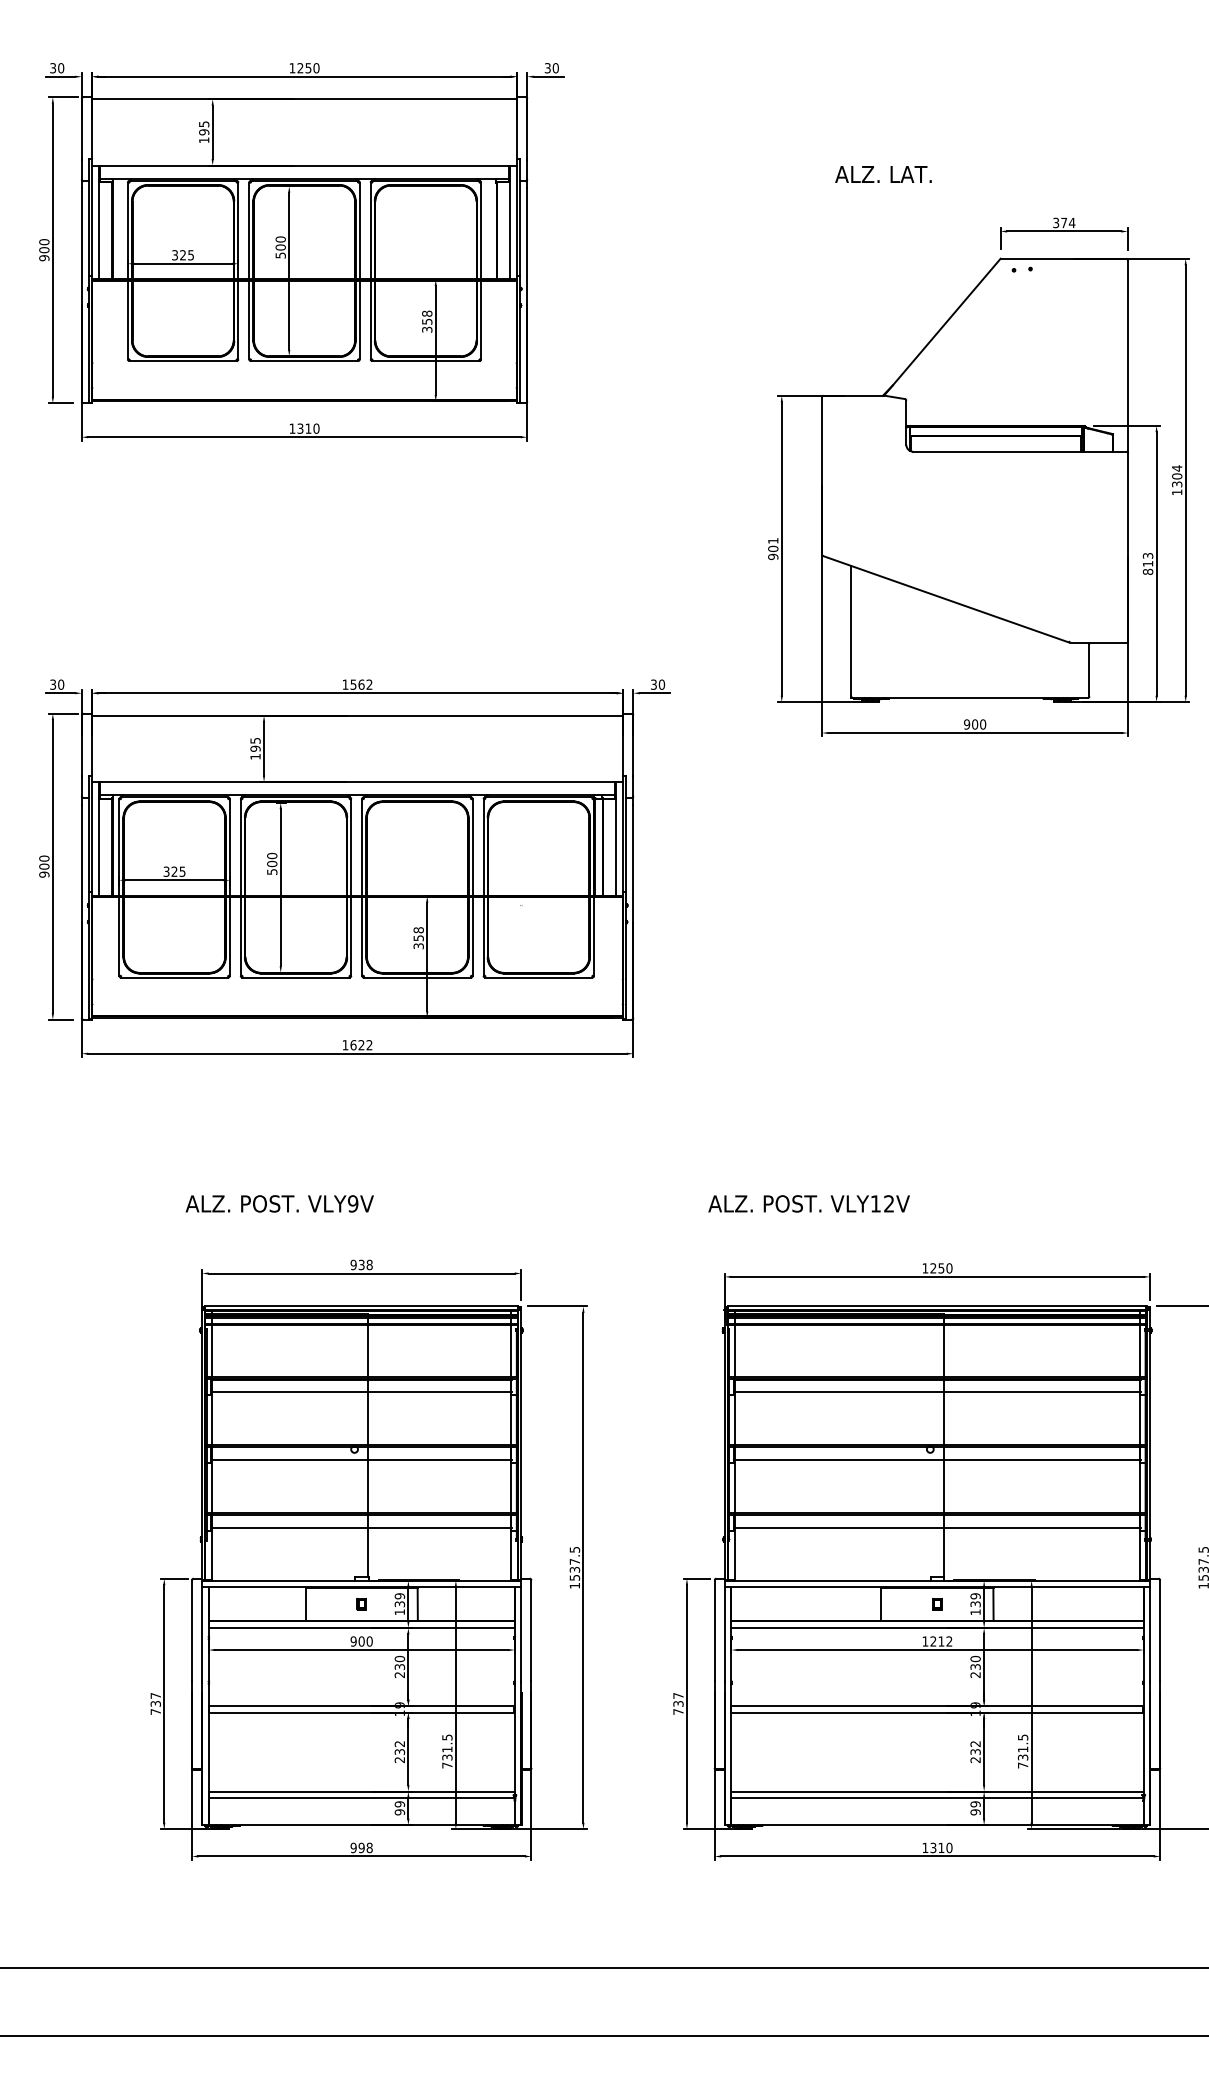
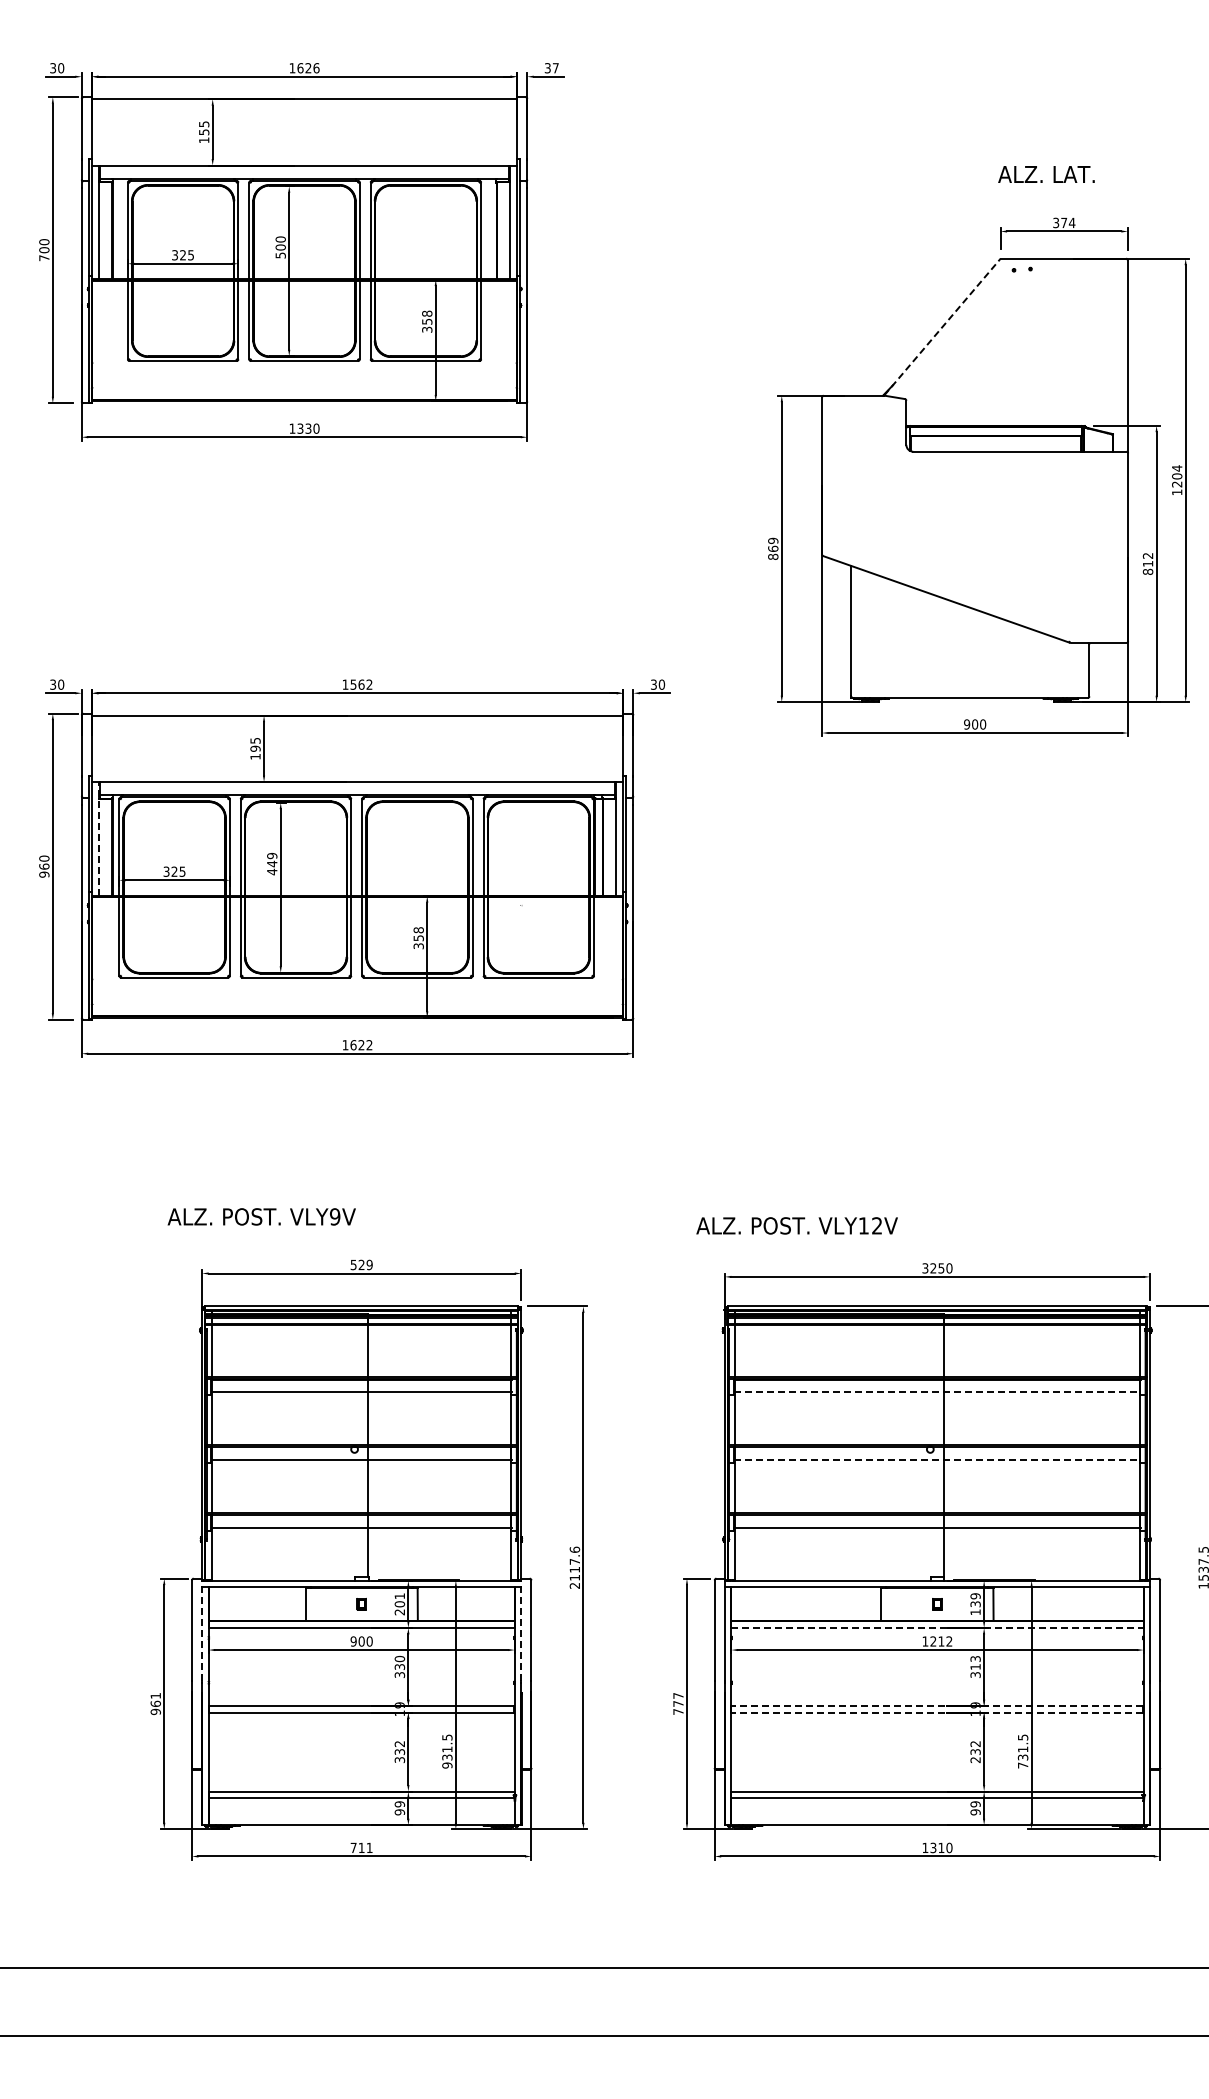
text at (308, 68): 1250 -> 1626
text at (555, 68): 30 -> 37
text at (204, 132): 195 -> 155
text at (883, 174) position: (883, 174) -> (1046, 174)
text at (44, 258): 900 -> 700
line at (942, 327): solid -> dashed
text at (308, 428): 1310 -> 1330
text at (1177, 484): 1304 -> 1204
text at (773, 548): 901 -> 869
text at (1148, 555): 813 -> 812
line at (98, 838): solid -> dashed
text at (272, 864): 500 -> 449
text at (44, 866): 900 -> 960
text at (279, 1203) position: (279, 1203) -> (261, 1216)
text at (808, 1203) position: (808, 1203) -> (796, 1225)
text at (361, 1264): 938 -> 529
text at (925, 1268): 1250 -> 3250
line at (937, 1392): solid -> dashed
line at (937, 1460): solid -> dashed
text at (574, 1567): 1537.5 -> 2117.6
text at (399, 1604): 139 -> 201
line at (937, 1627): solid -> dashed
line at (202, 1630): solid -> dashed
line at (521, 1630): solid -> dashed
text at (975, 1666): 230 -> 313
text at (400, 1674): 230 -> 330
text at (155, 1703): 737 -> 961
text at (678, 1703): 737 -> 777
line at (937, 1706): solid -> dashed
line at (937, 1712): solid -> dashed
text at (400, 1759): 232 -> 332
text at (447, 1765): 731.5 -> 931.5
text at (361, 1847): 998 -> 711
